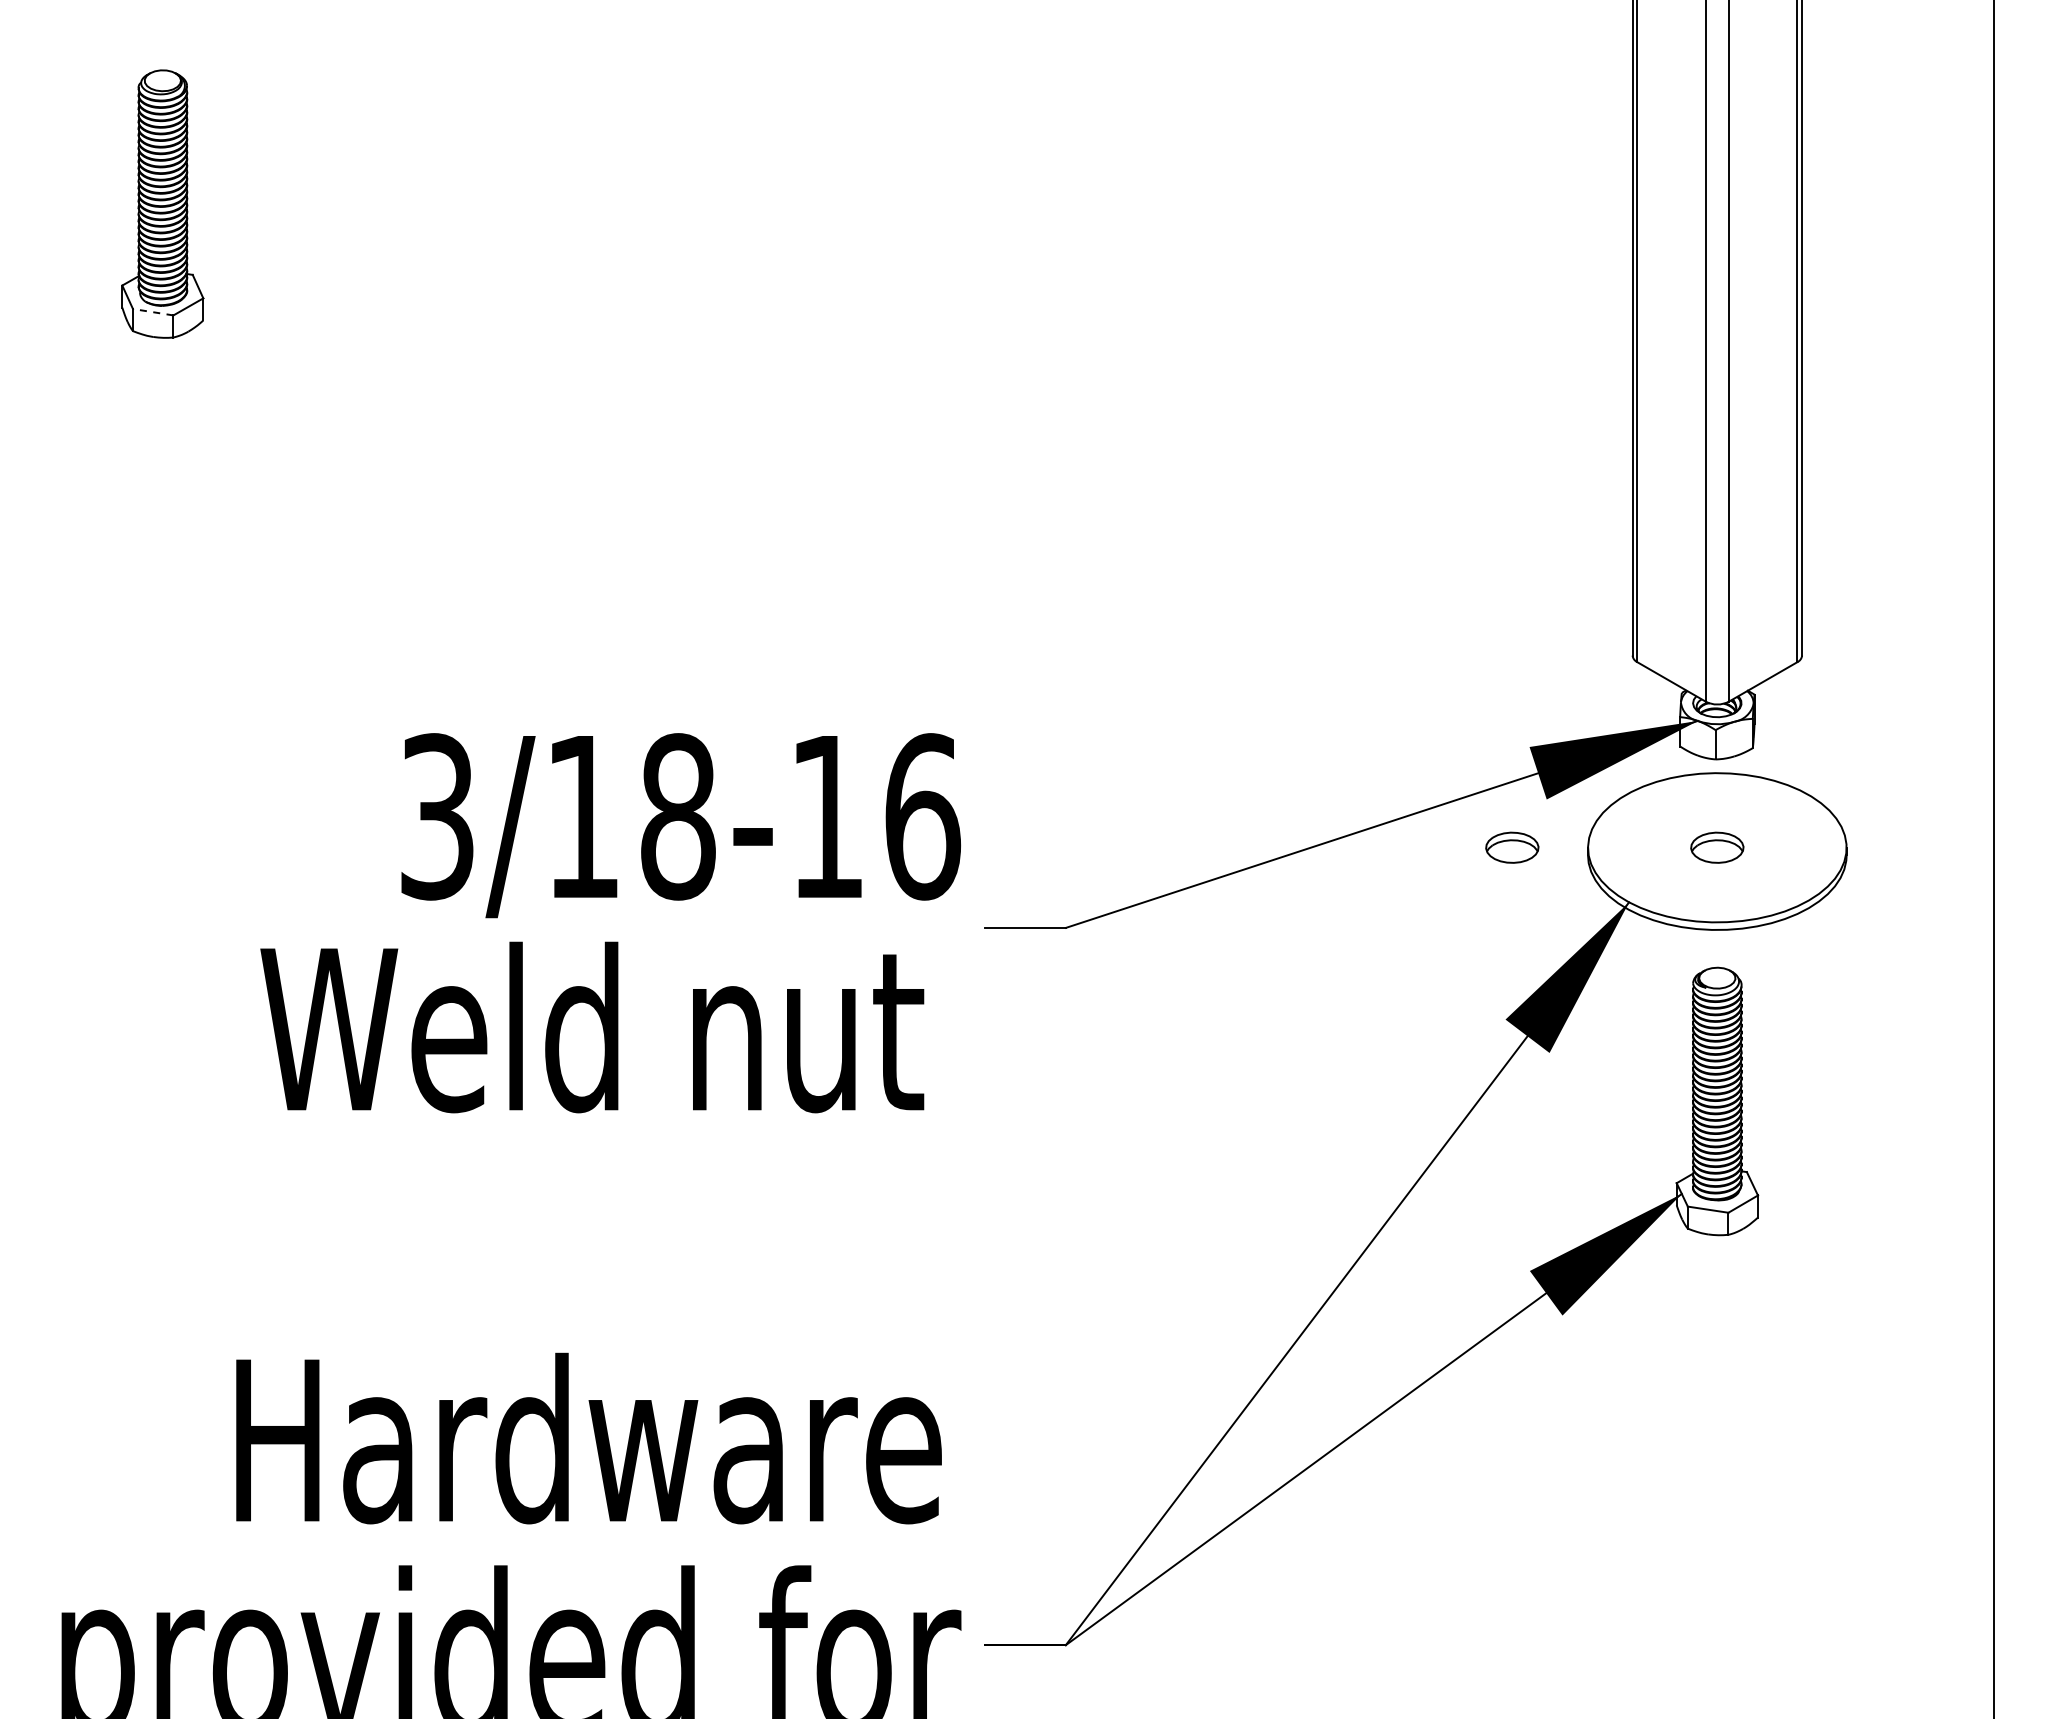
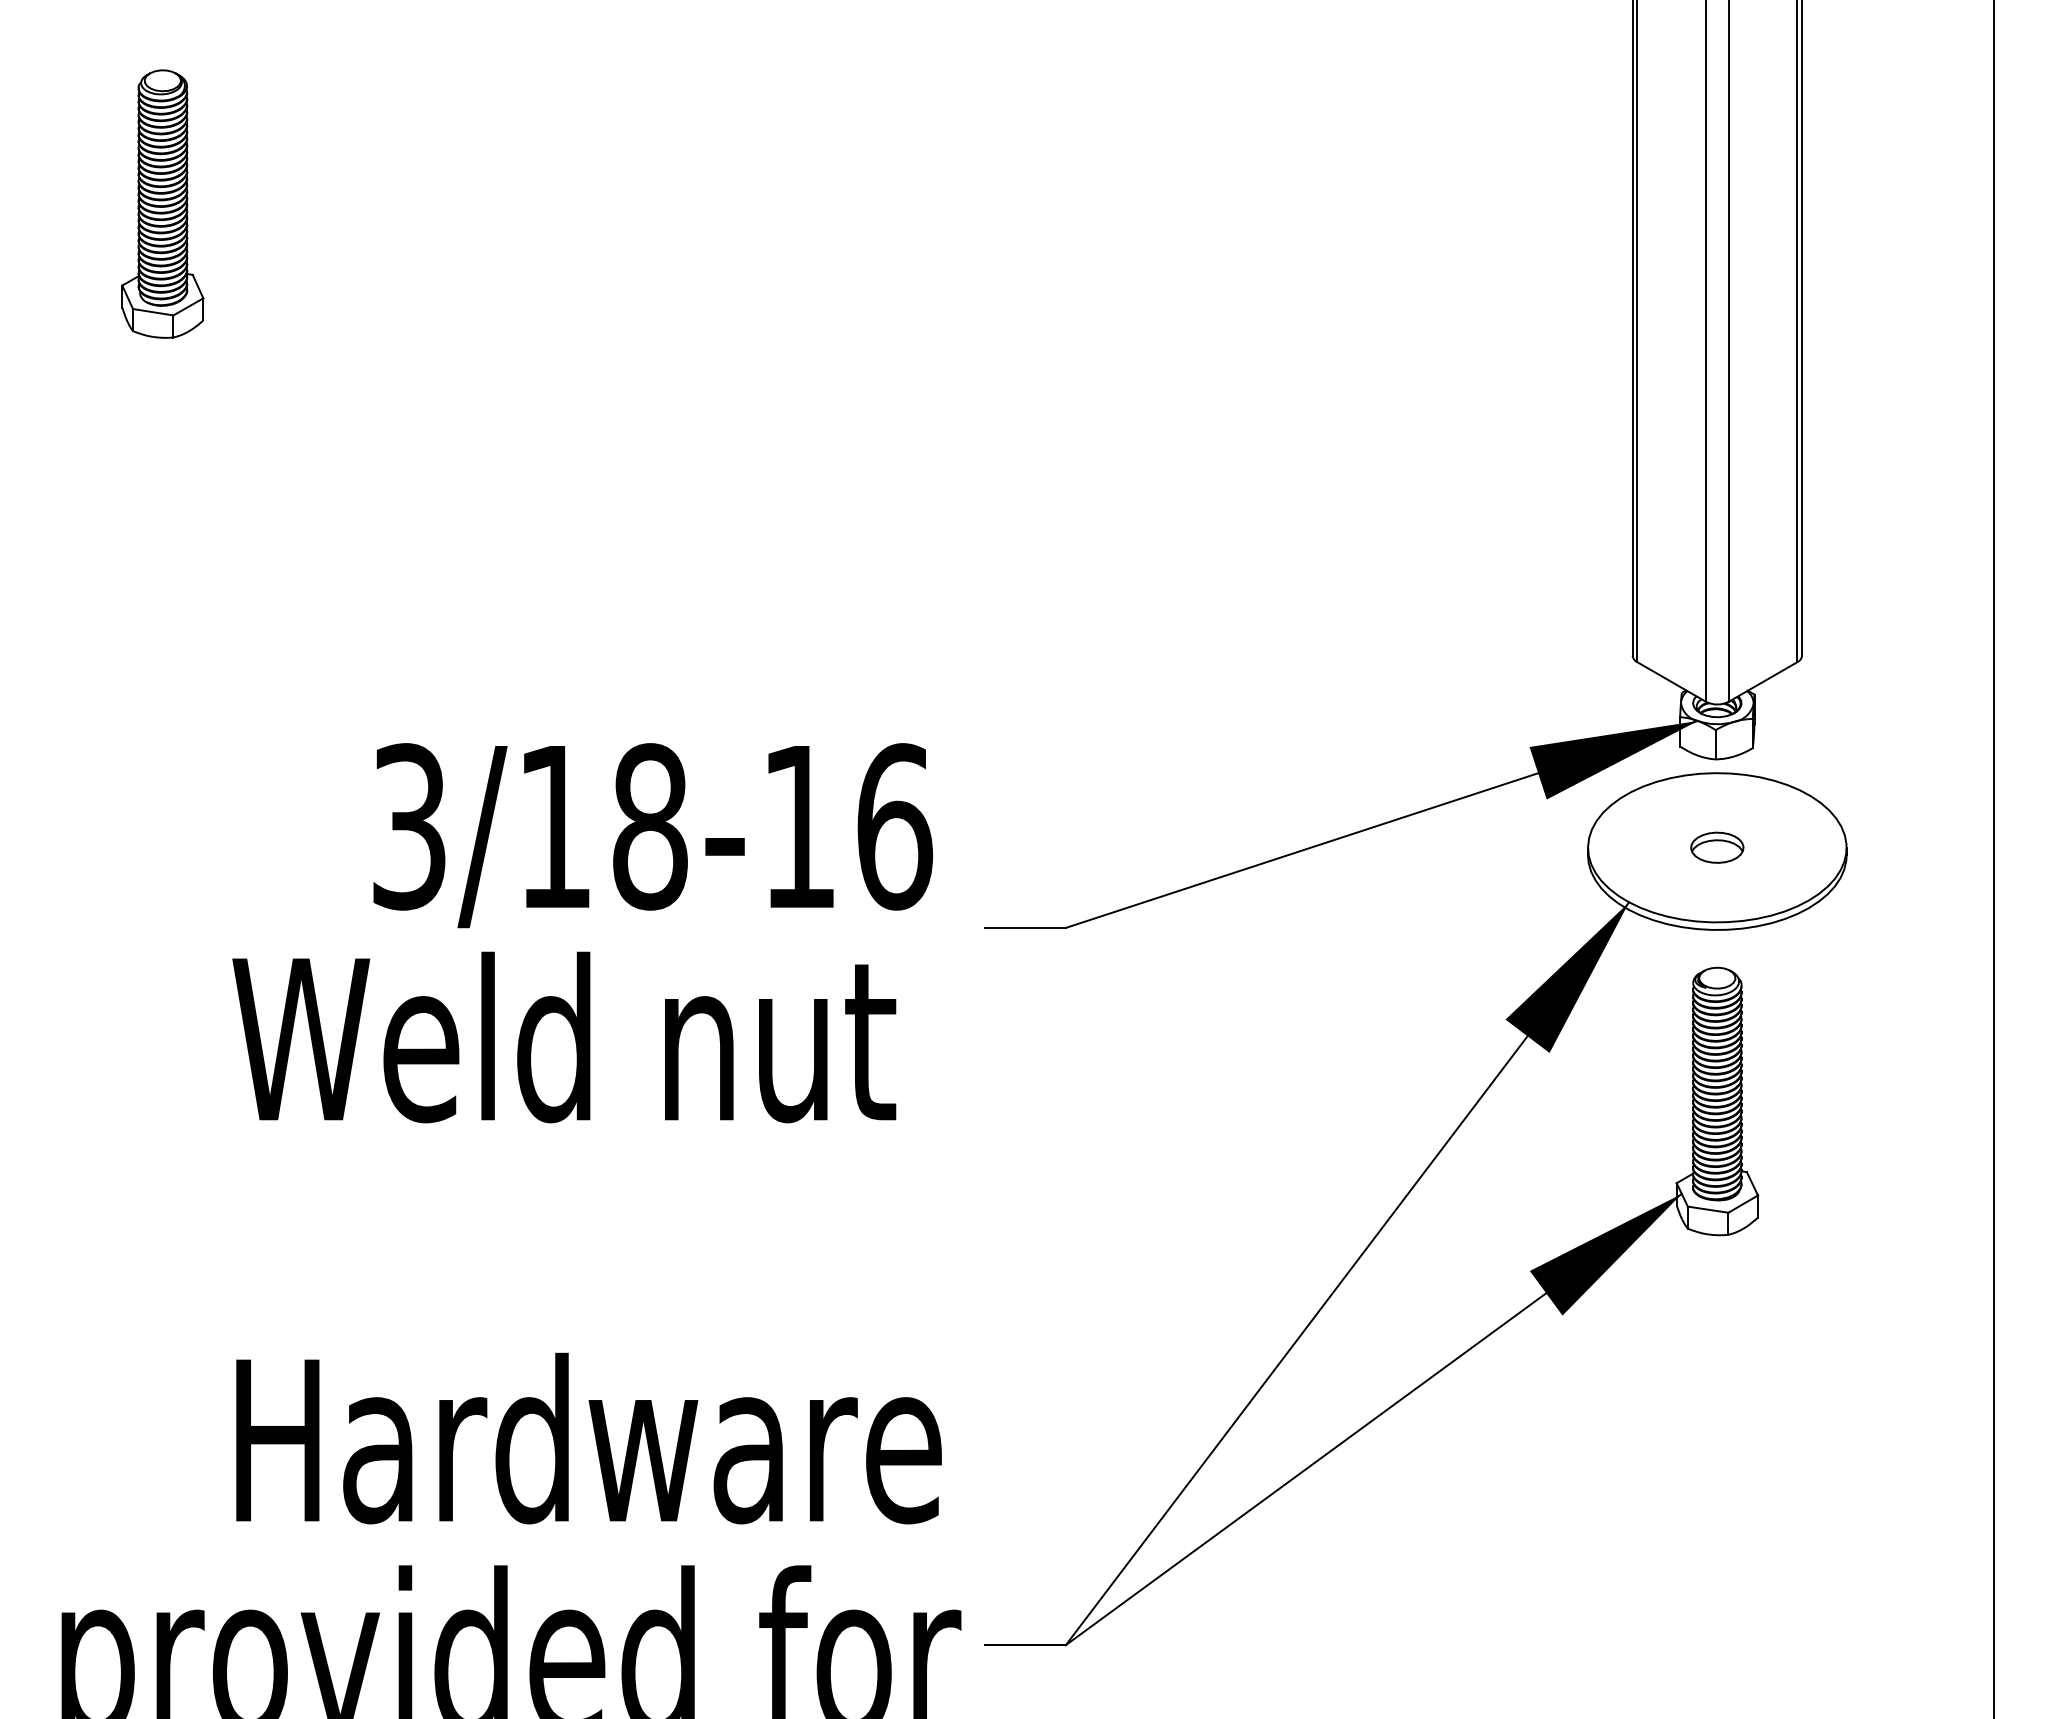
line at (152, 312): dashed -> solid
part at (1512, 847): present -> none
text at (610, 923) position: (610, 923) -> (582, 933)
